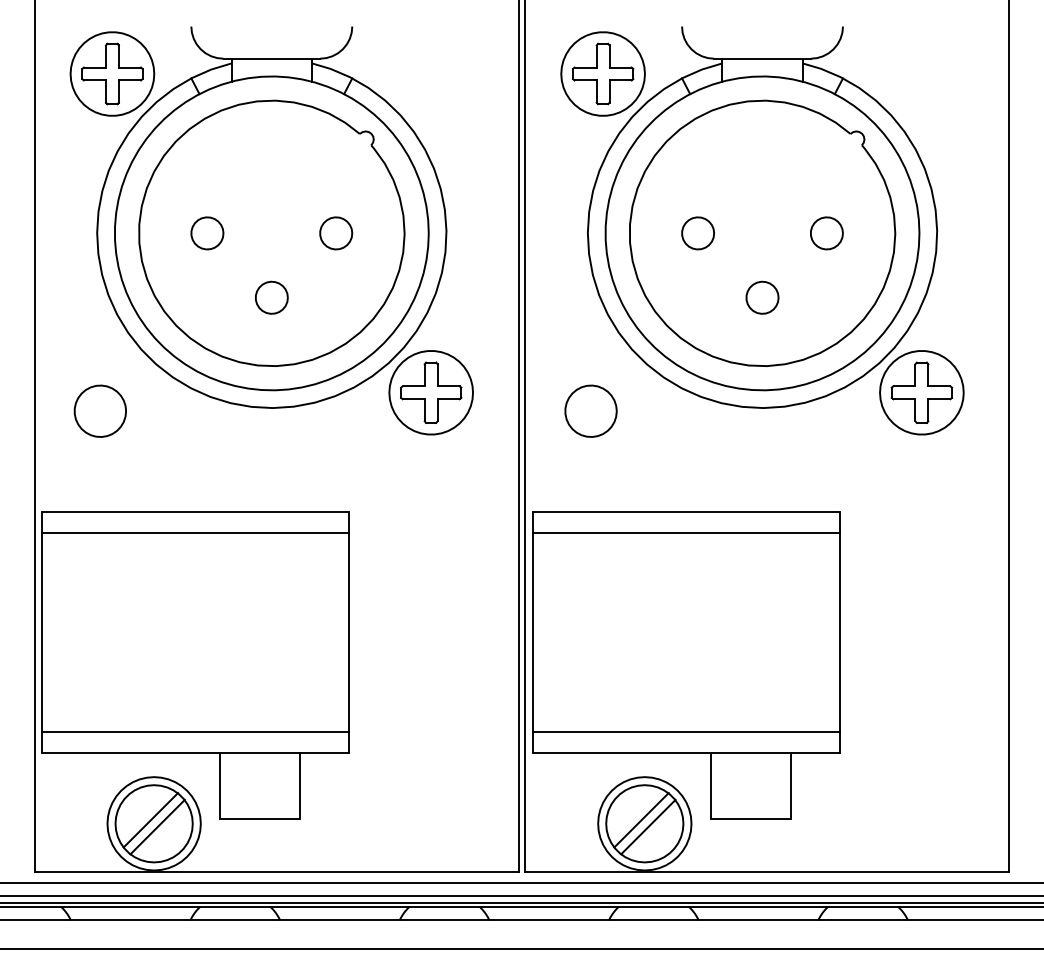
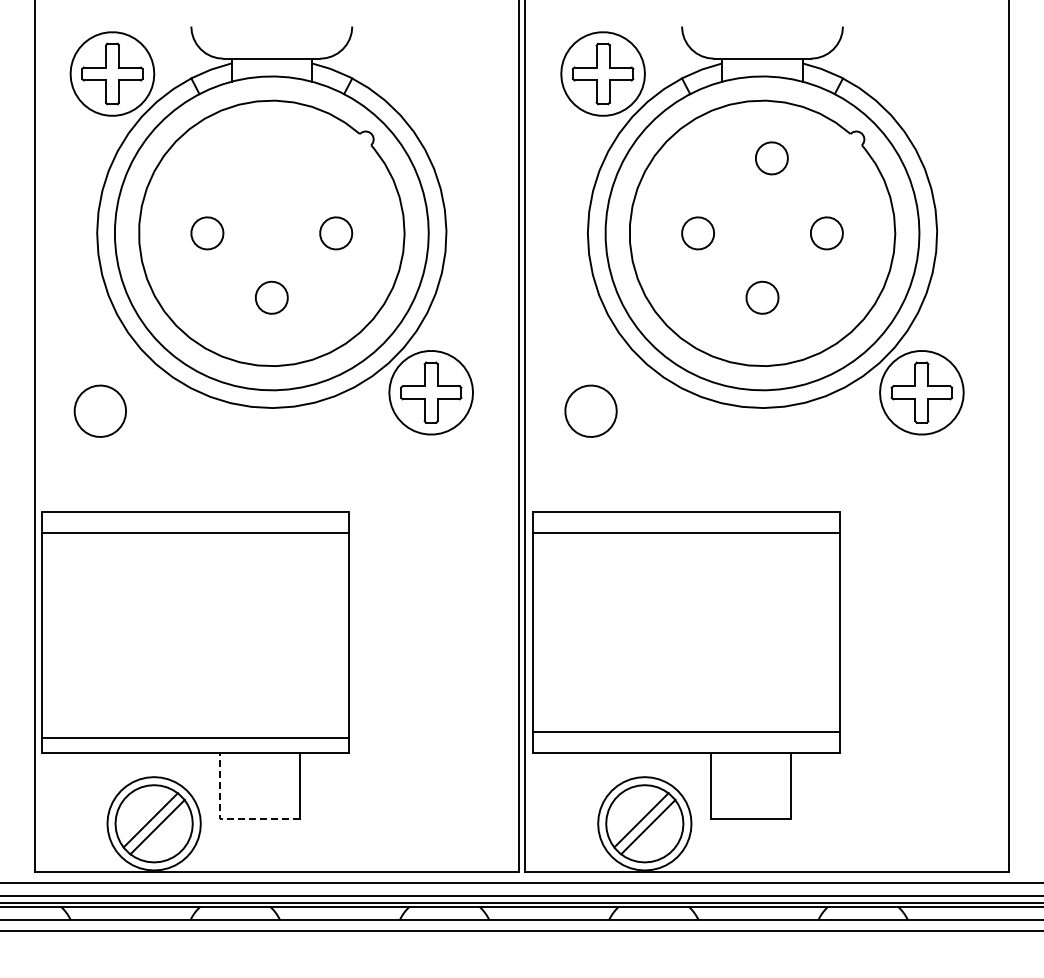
part at (771, 158): none -> present
line at (195, 732) position: (195, 732) -> (195, 738)
line at (226, 818): solid -> dashed
line at (521, 948) position: (521, 948) -> (521, 930)
